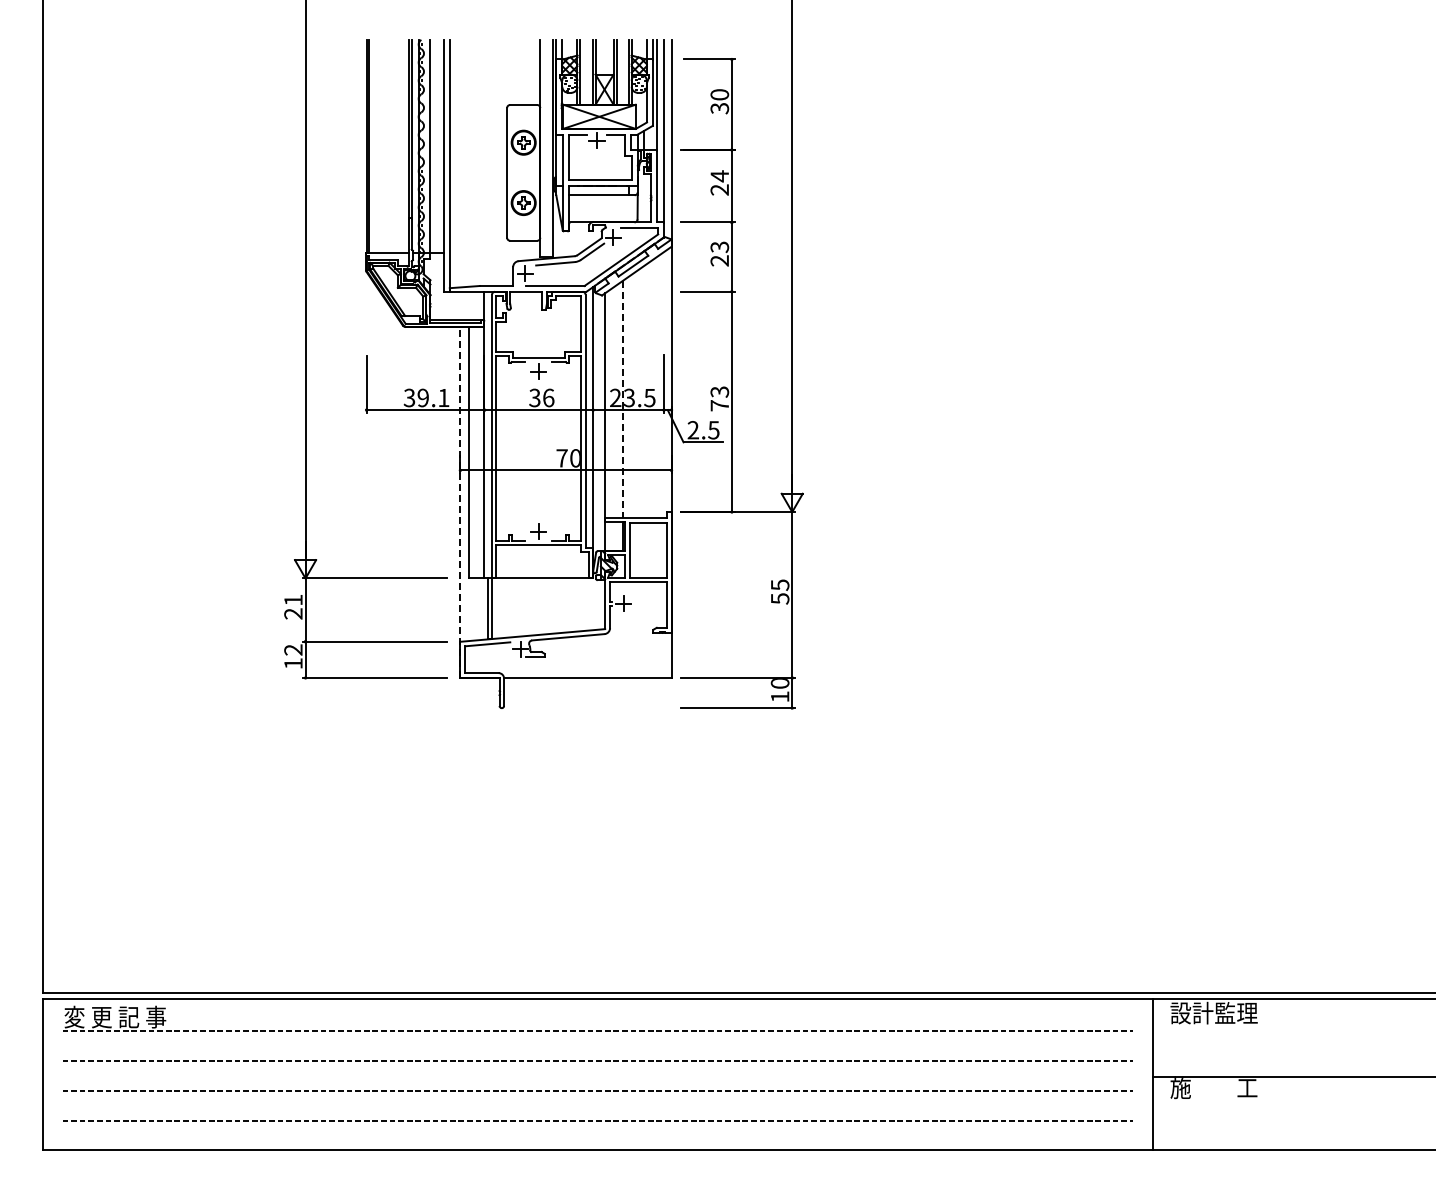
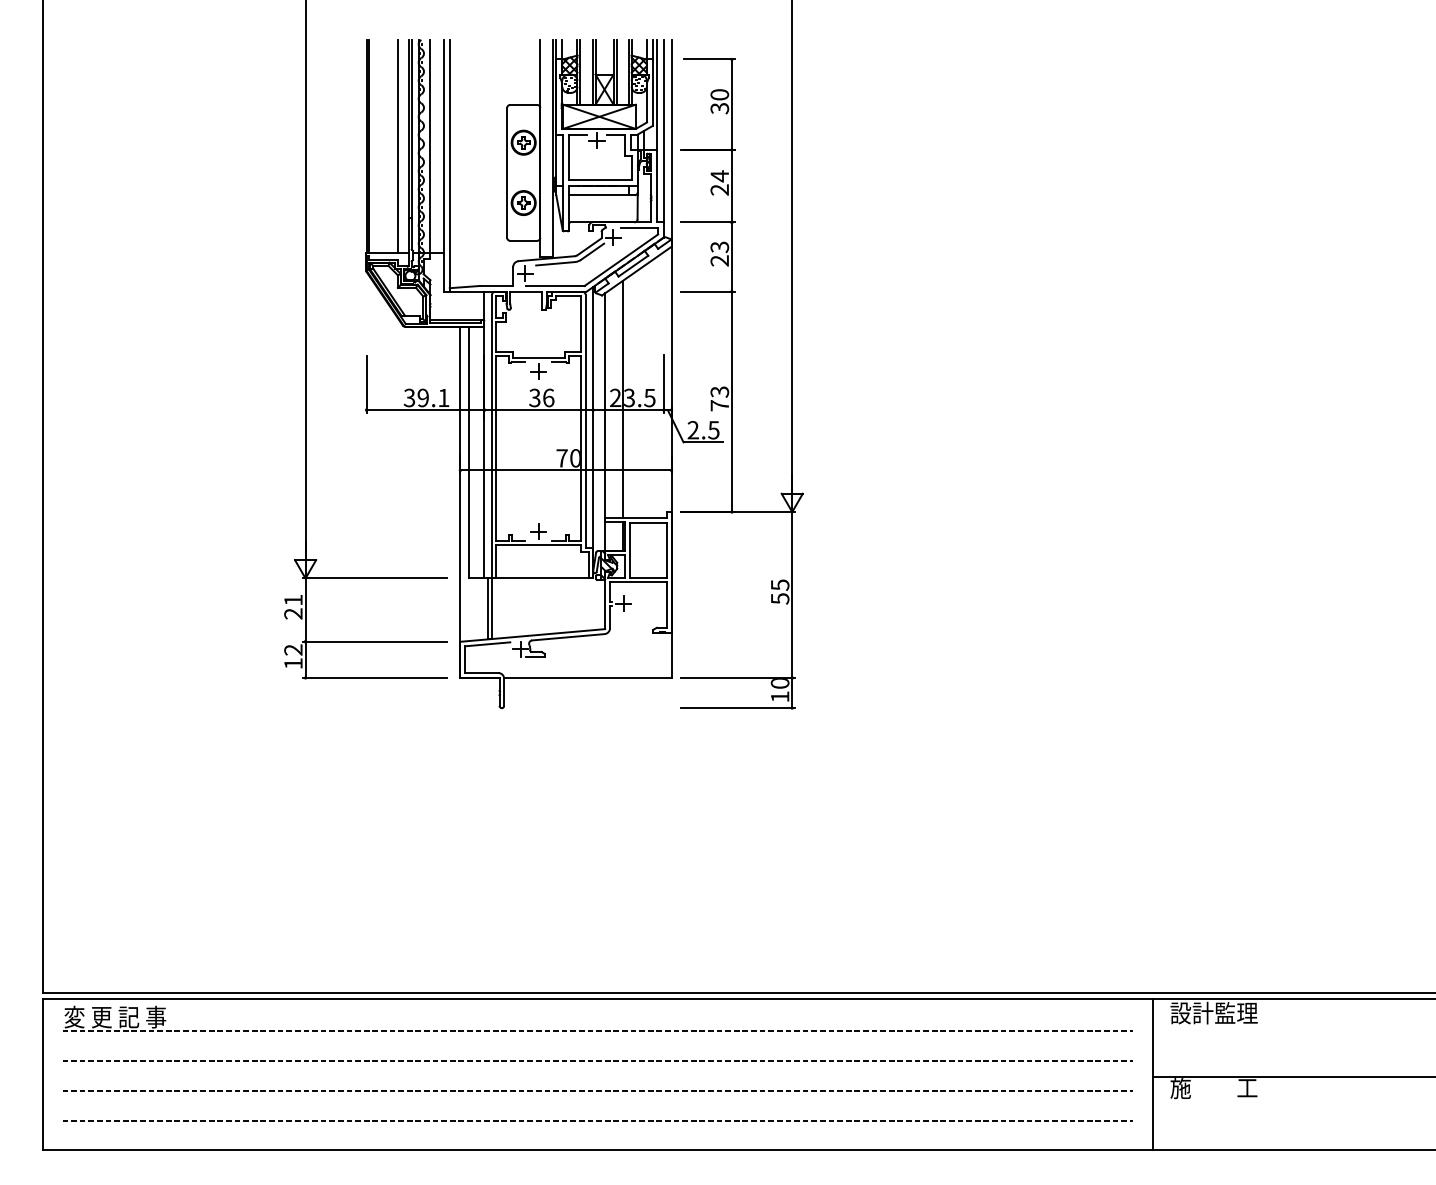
line at (397, 145): none -> present
line at (623, 399): dashed -> solid
line at (460, 502): dashed -> solid
